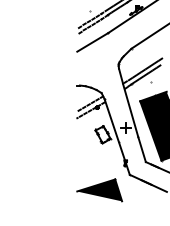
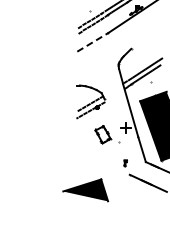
line at (148, 36): present -> none
line at (93, 42): solid -> dashed
line at (116, 136): present -> none
part at (99, 190) position: (99, 190) -> (85, 190)
